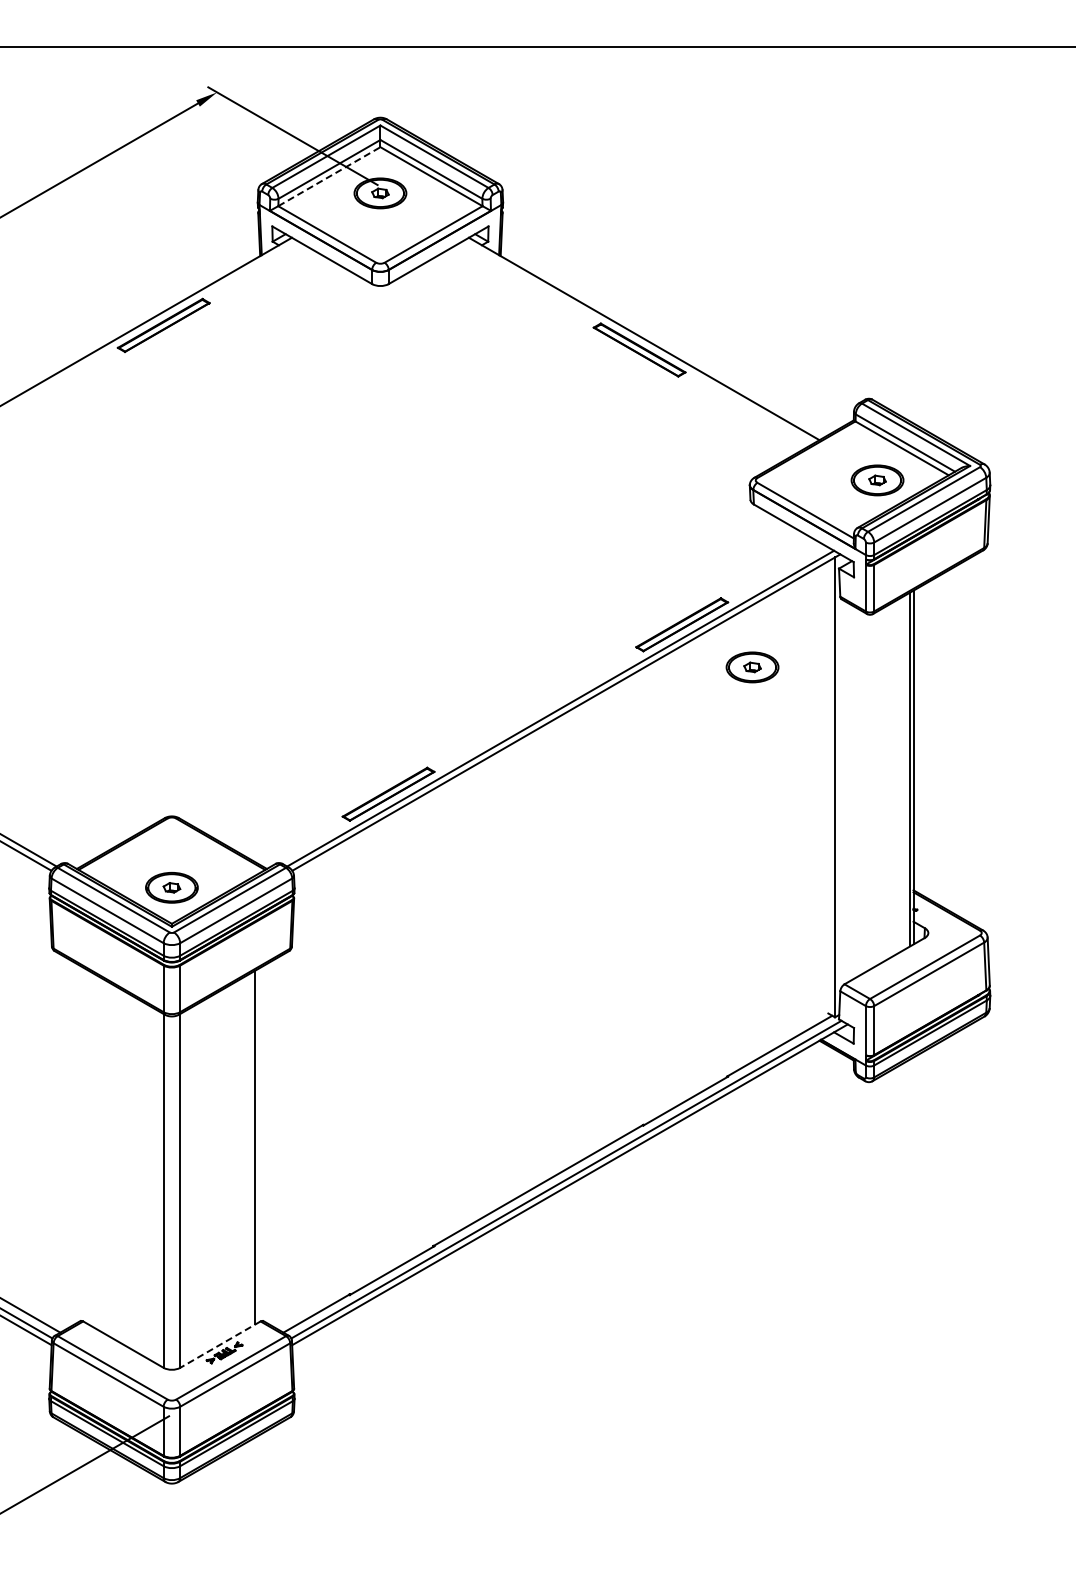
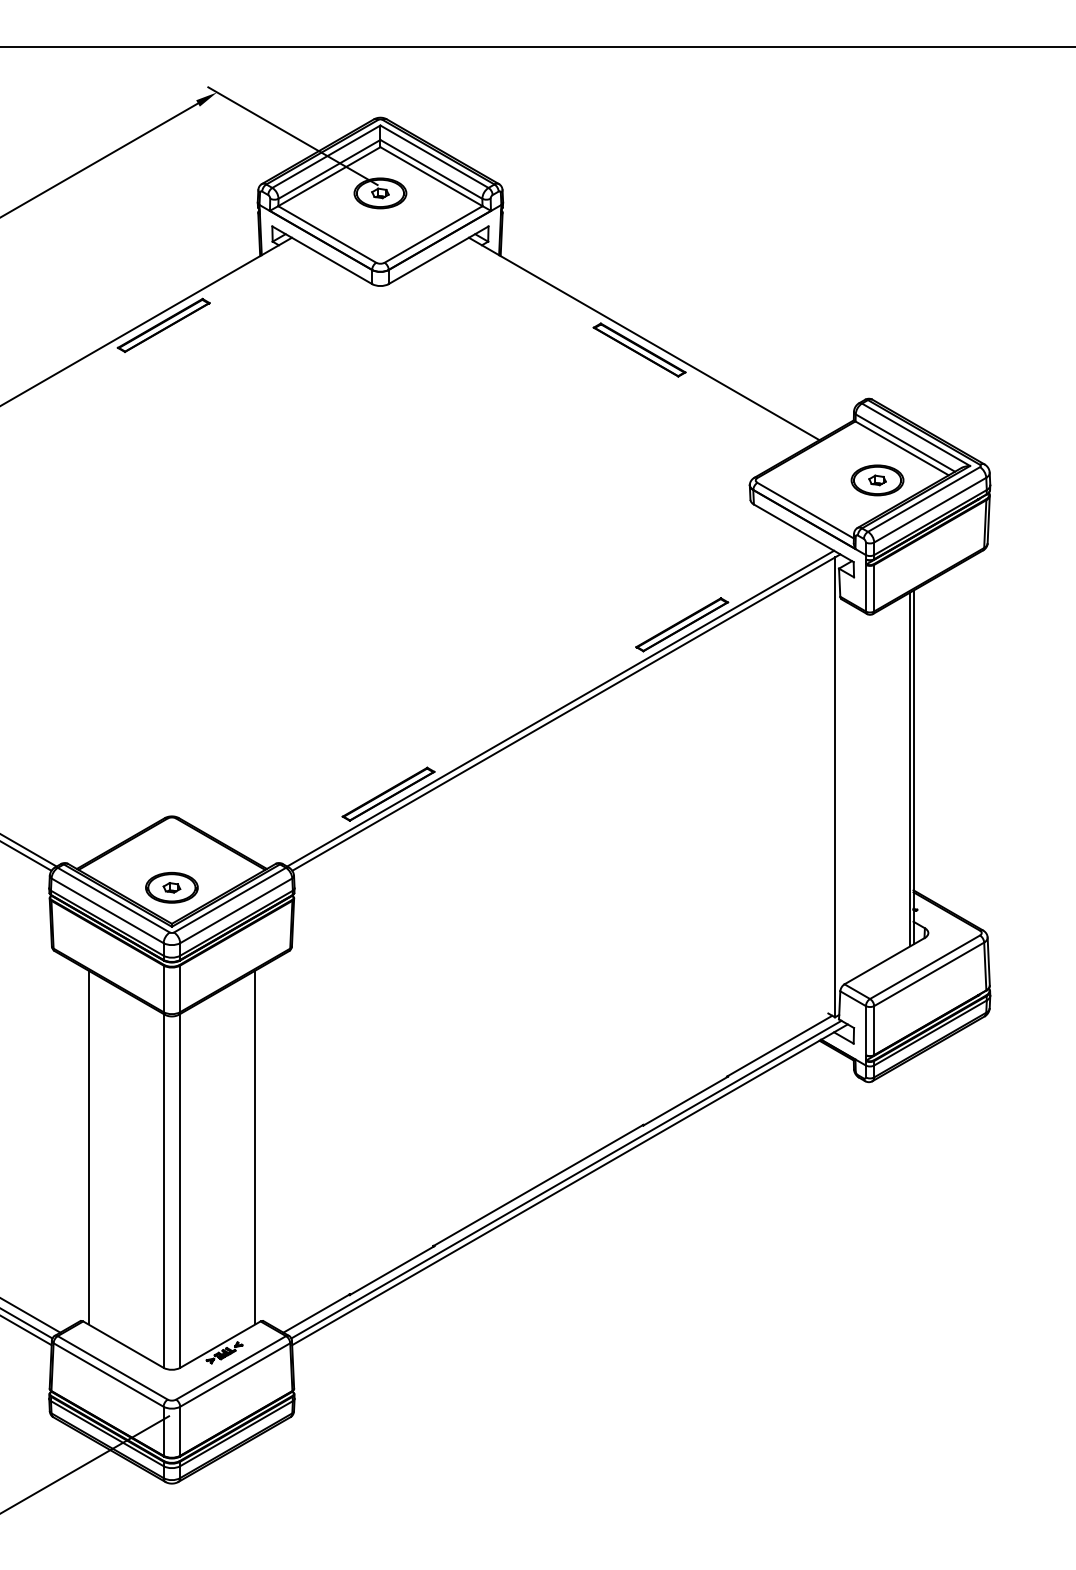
line at (329, 176): dashed -> solid
part at (752, 667): present -> none
line at (88, 1147): none -> present
line at (220, 1344): dashed -> solid
